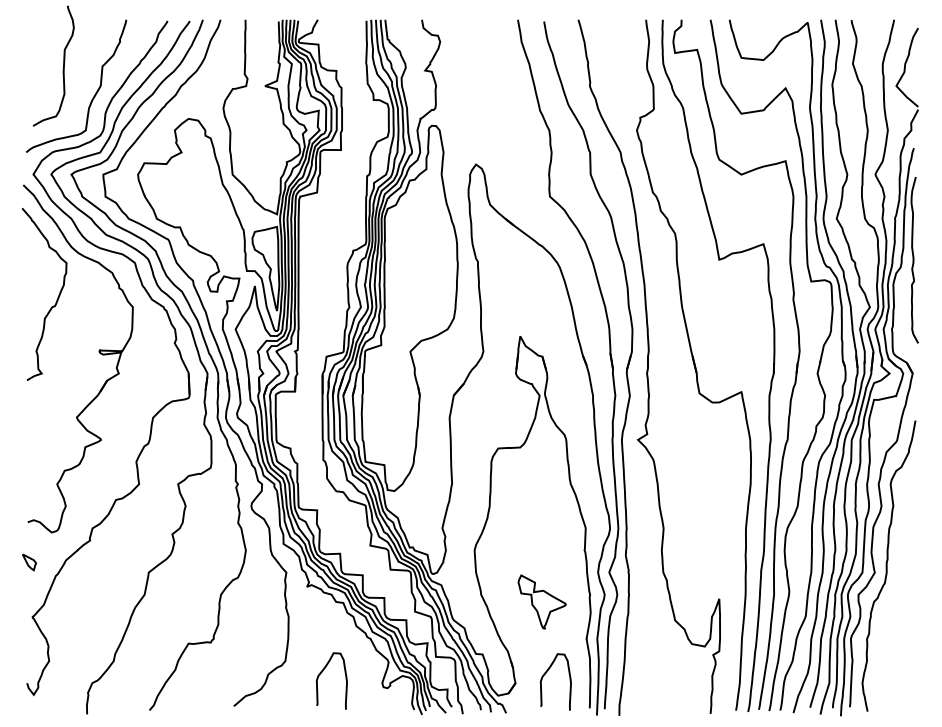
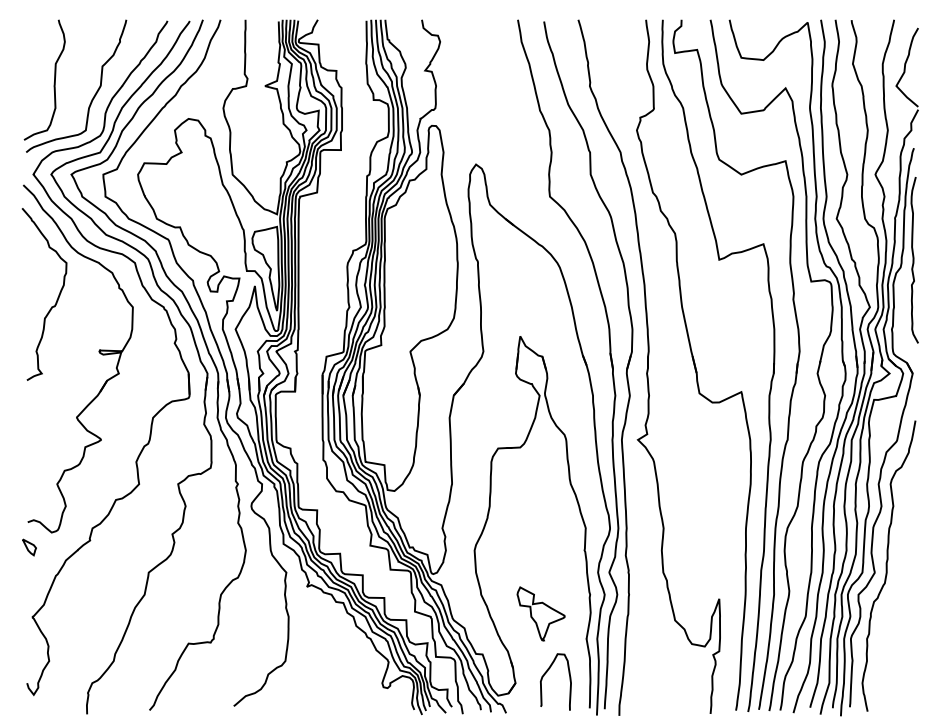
curve at (62, 69) position: (62, 69) -> (53, 83)
curve at (28, 563) position: (28, 563) -> (28, 548)
part at (541, 601) position: (541, 601) -> (540, 613)
curve at (323, 671): present -> none
